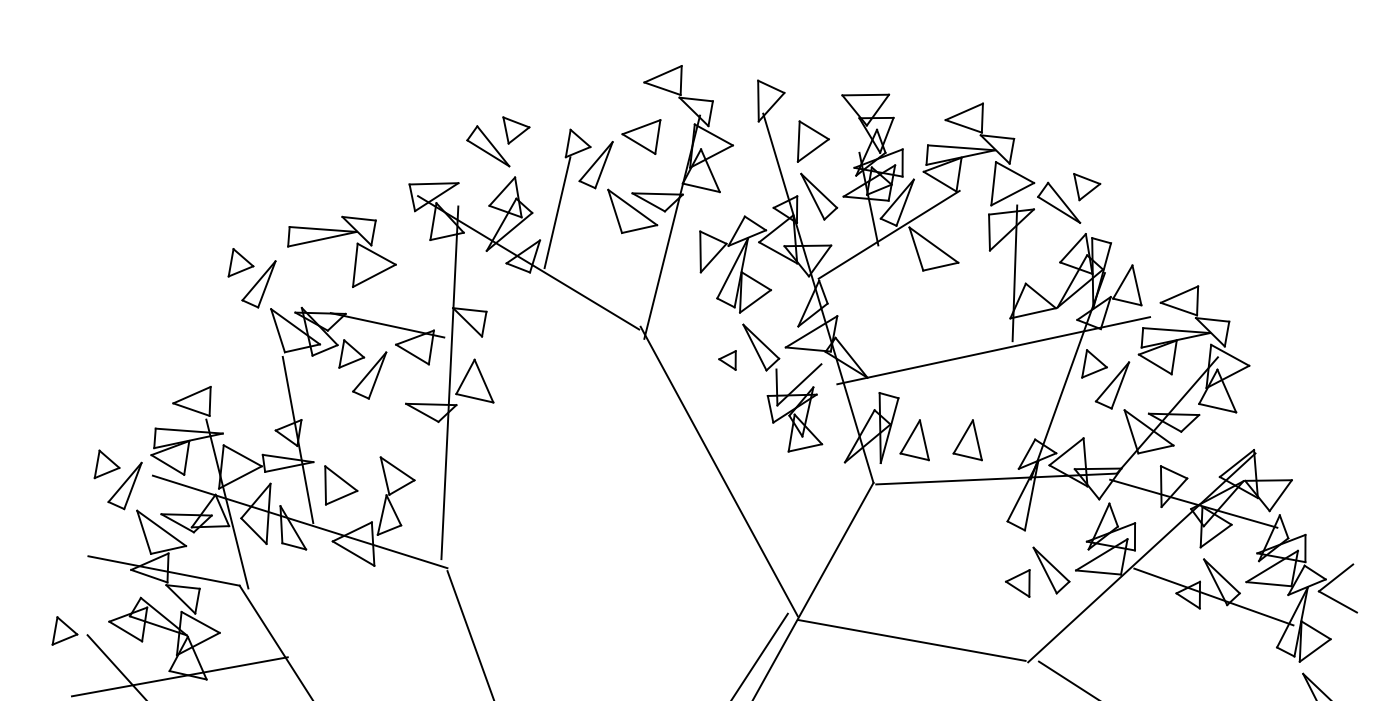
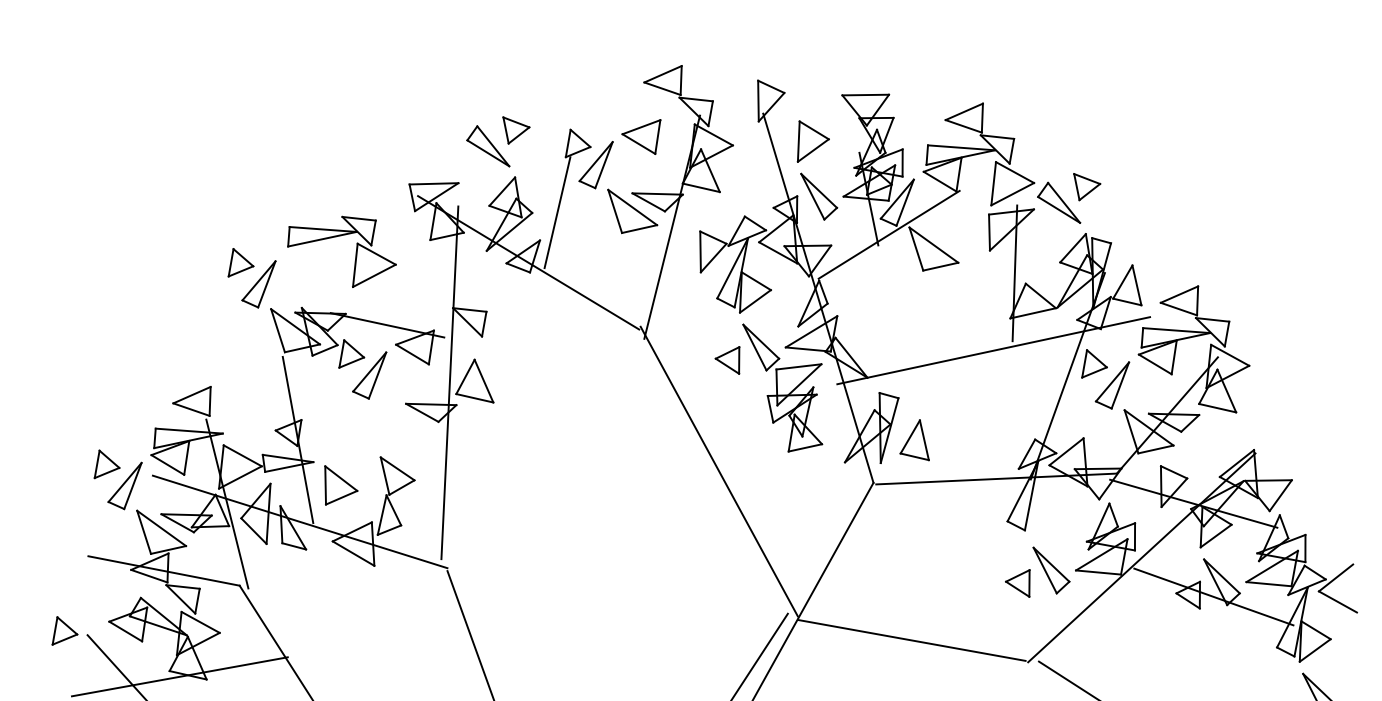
part at (727, 360) size: 19x21 px -> 27x29 px
line at (798, 366): none -> present
part at (967, 440): present -> none
